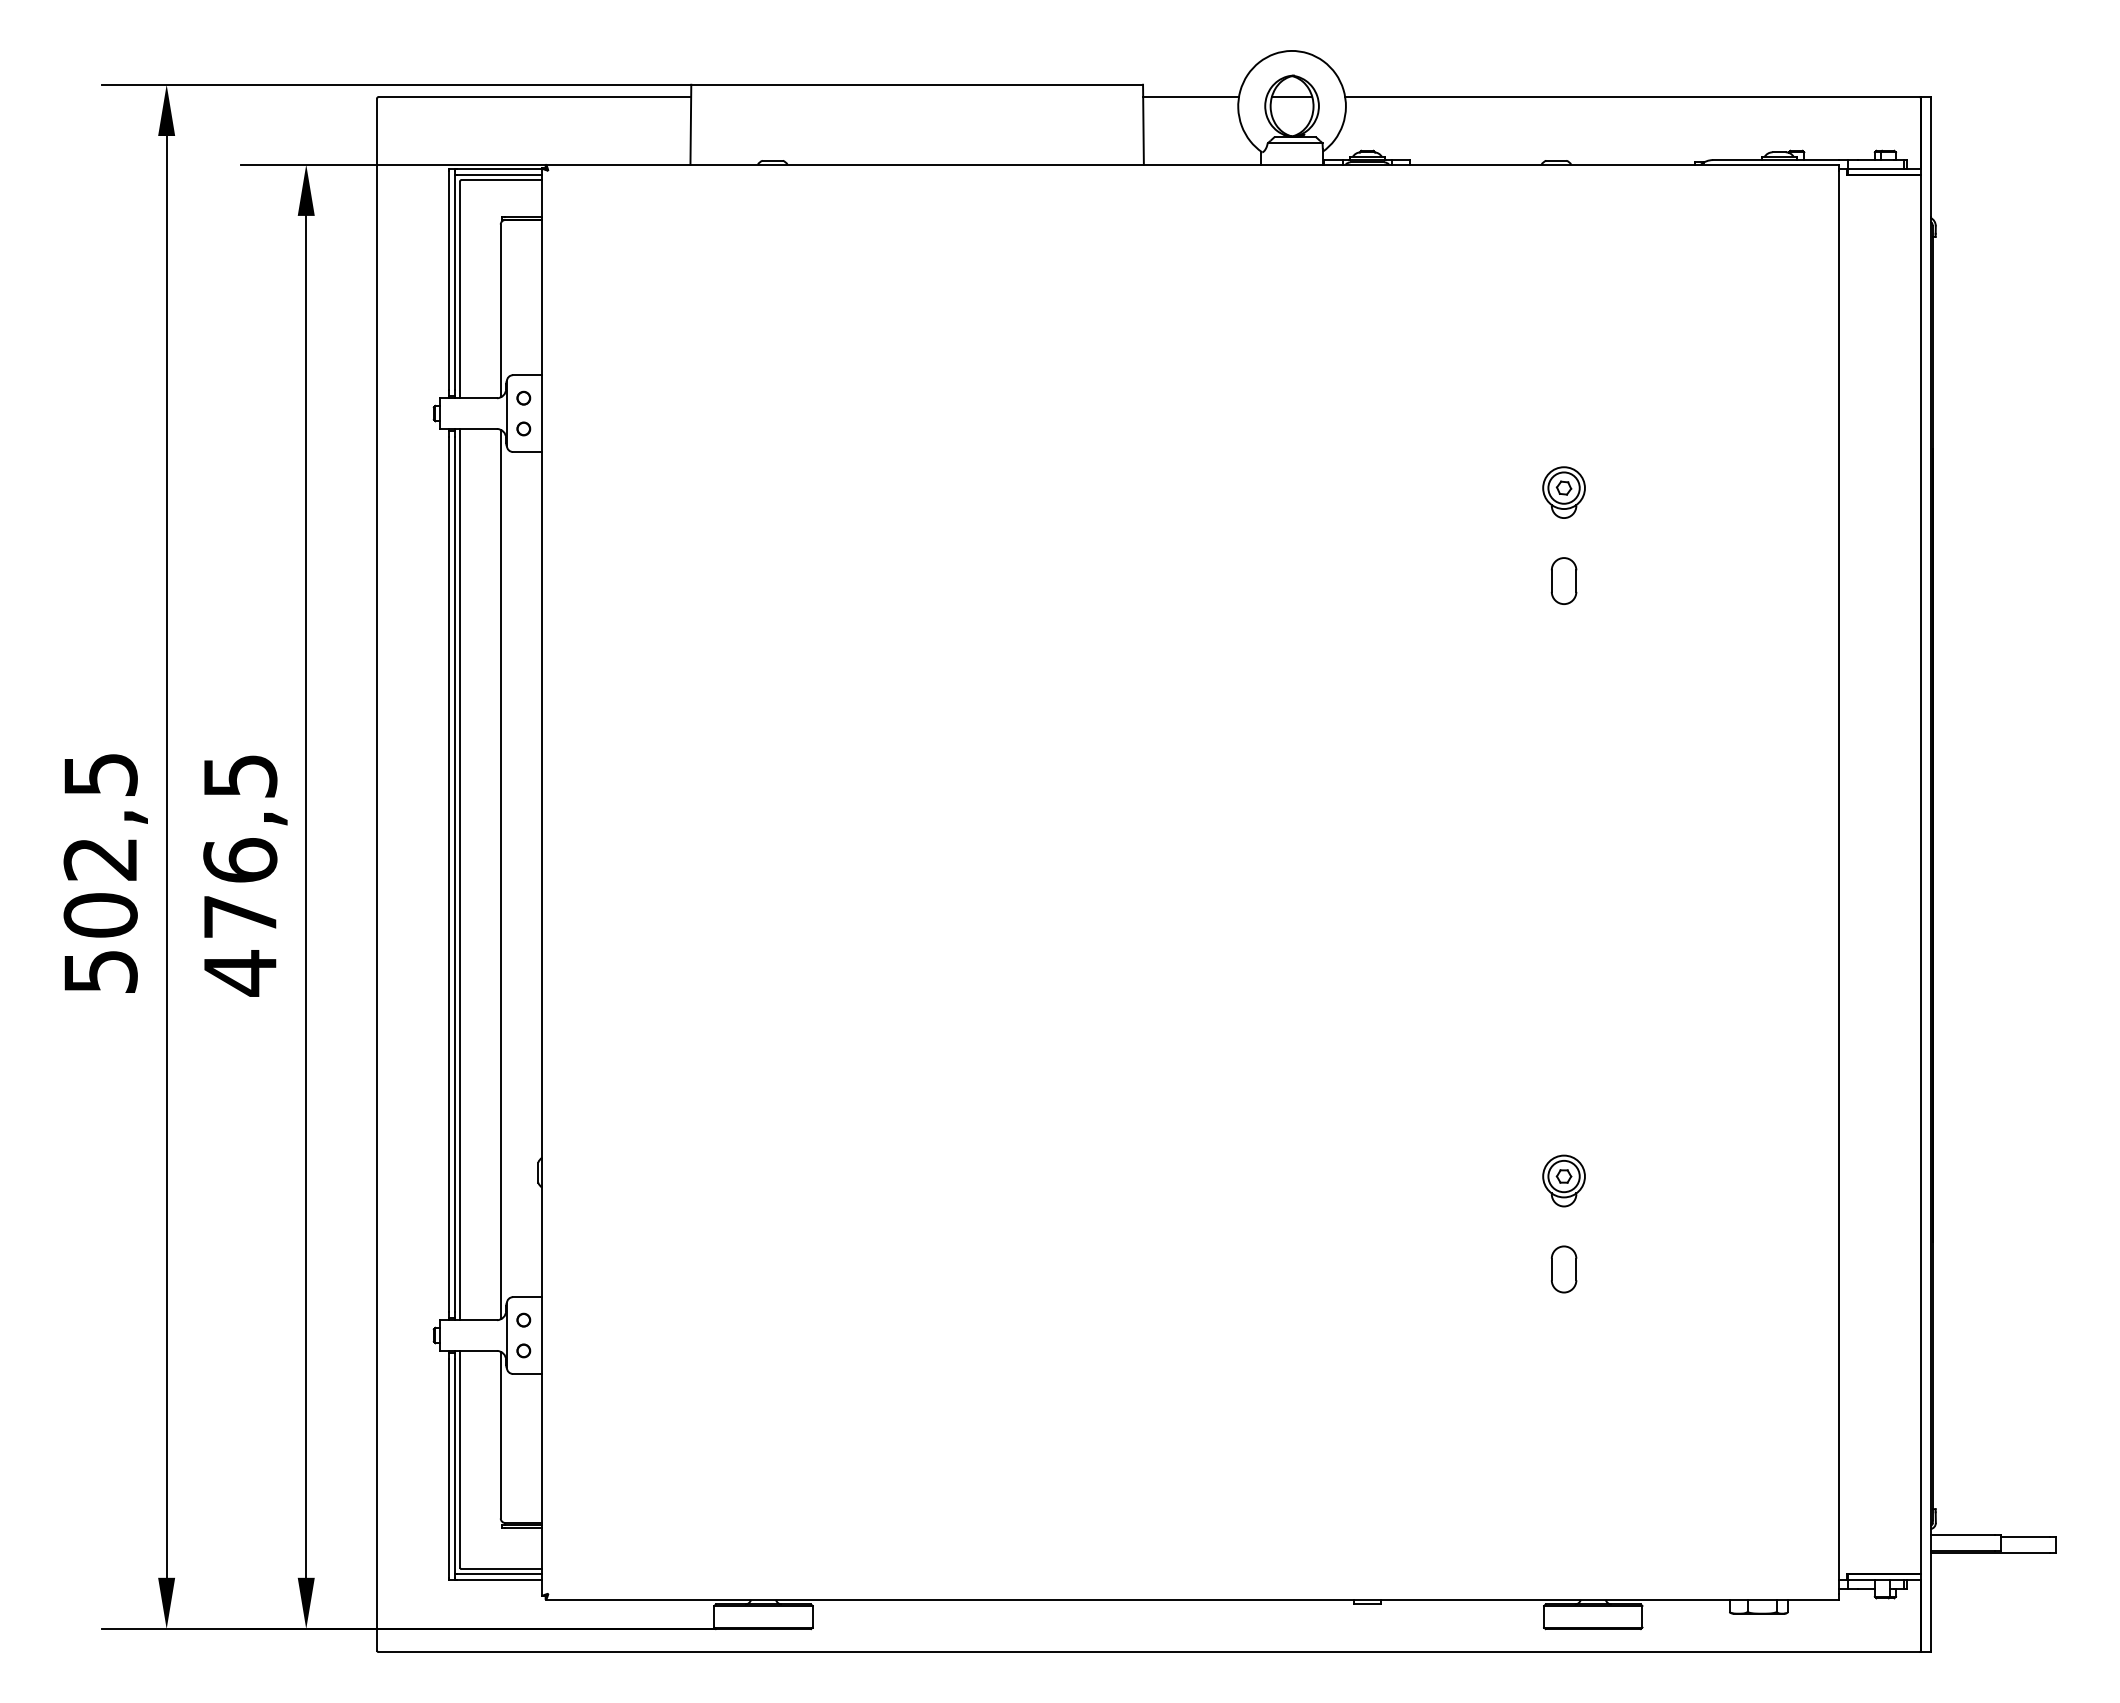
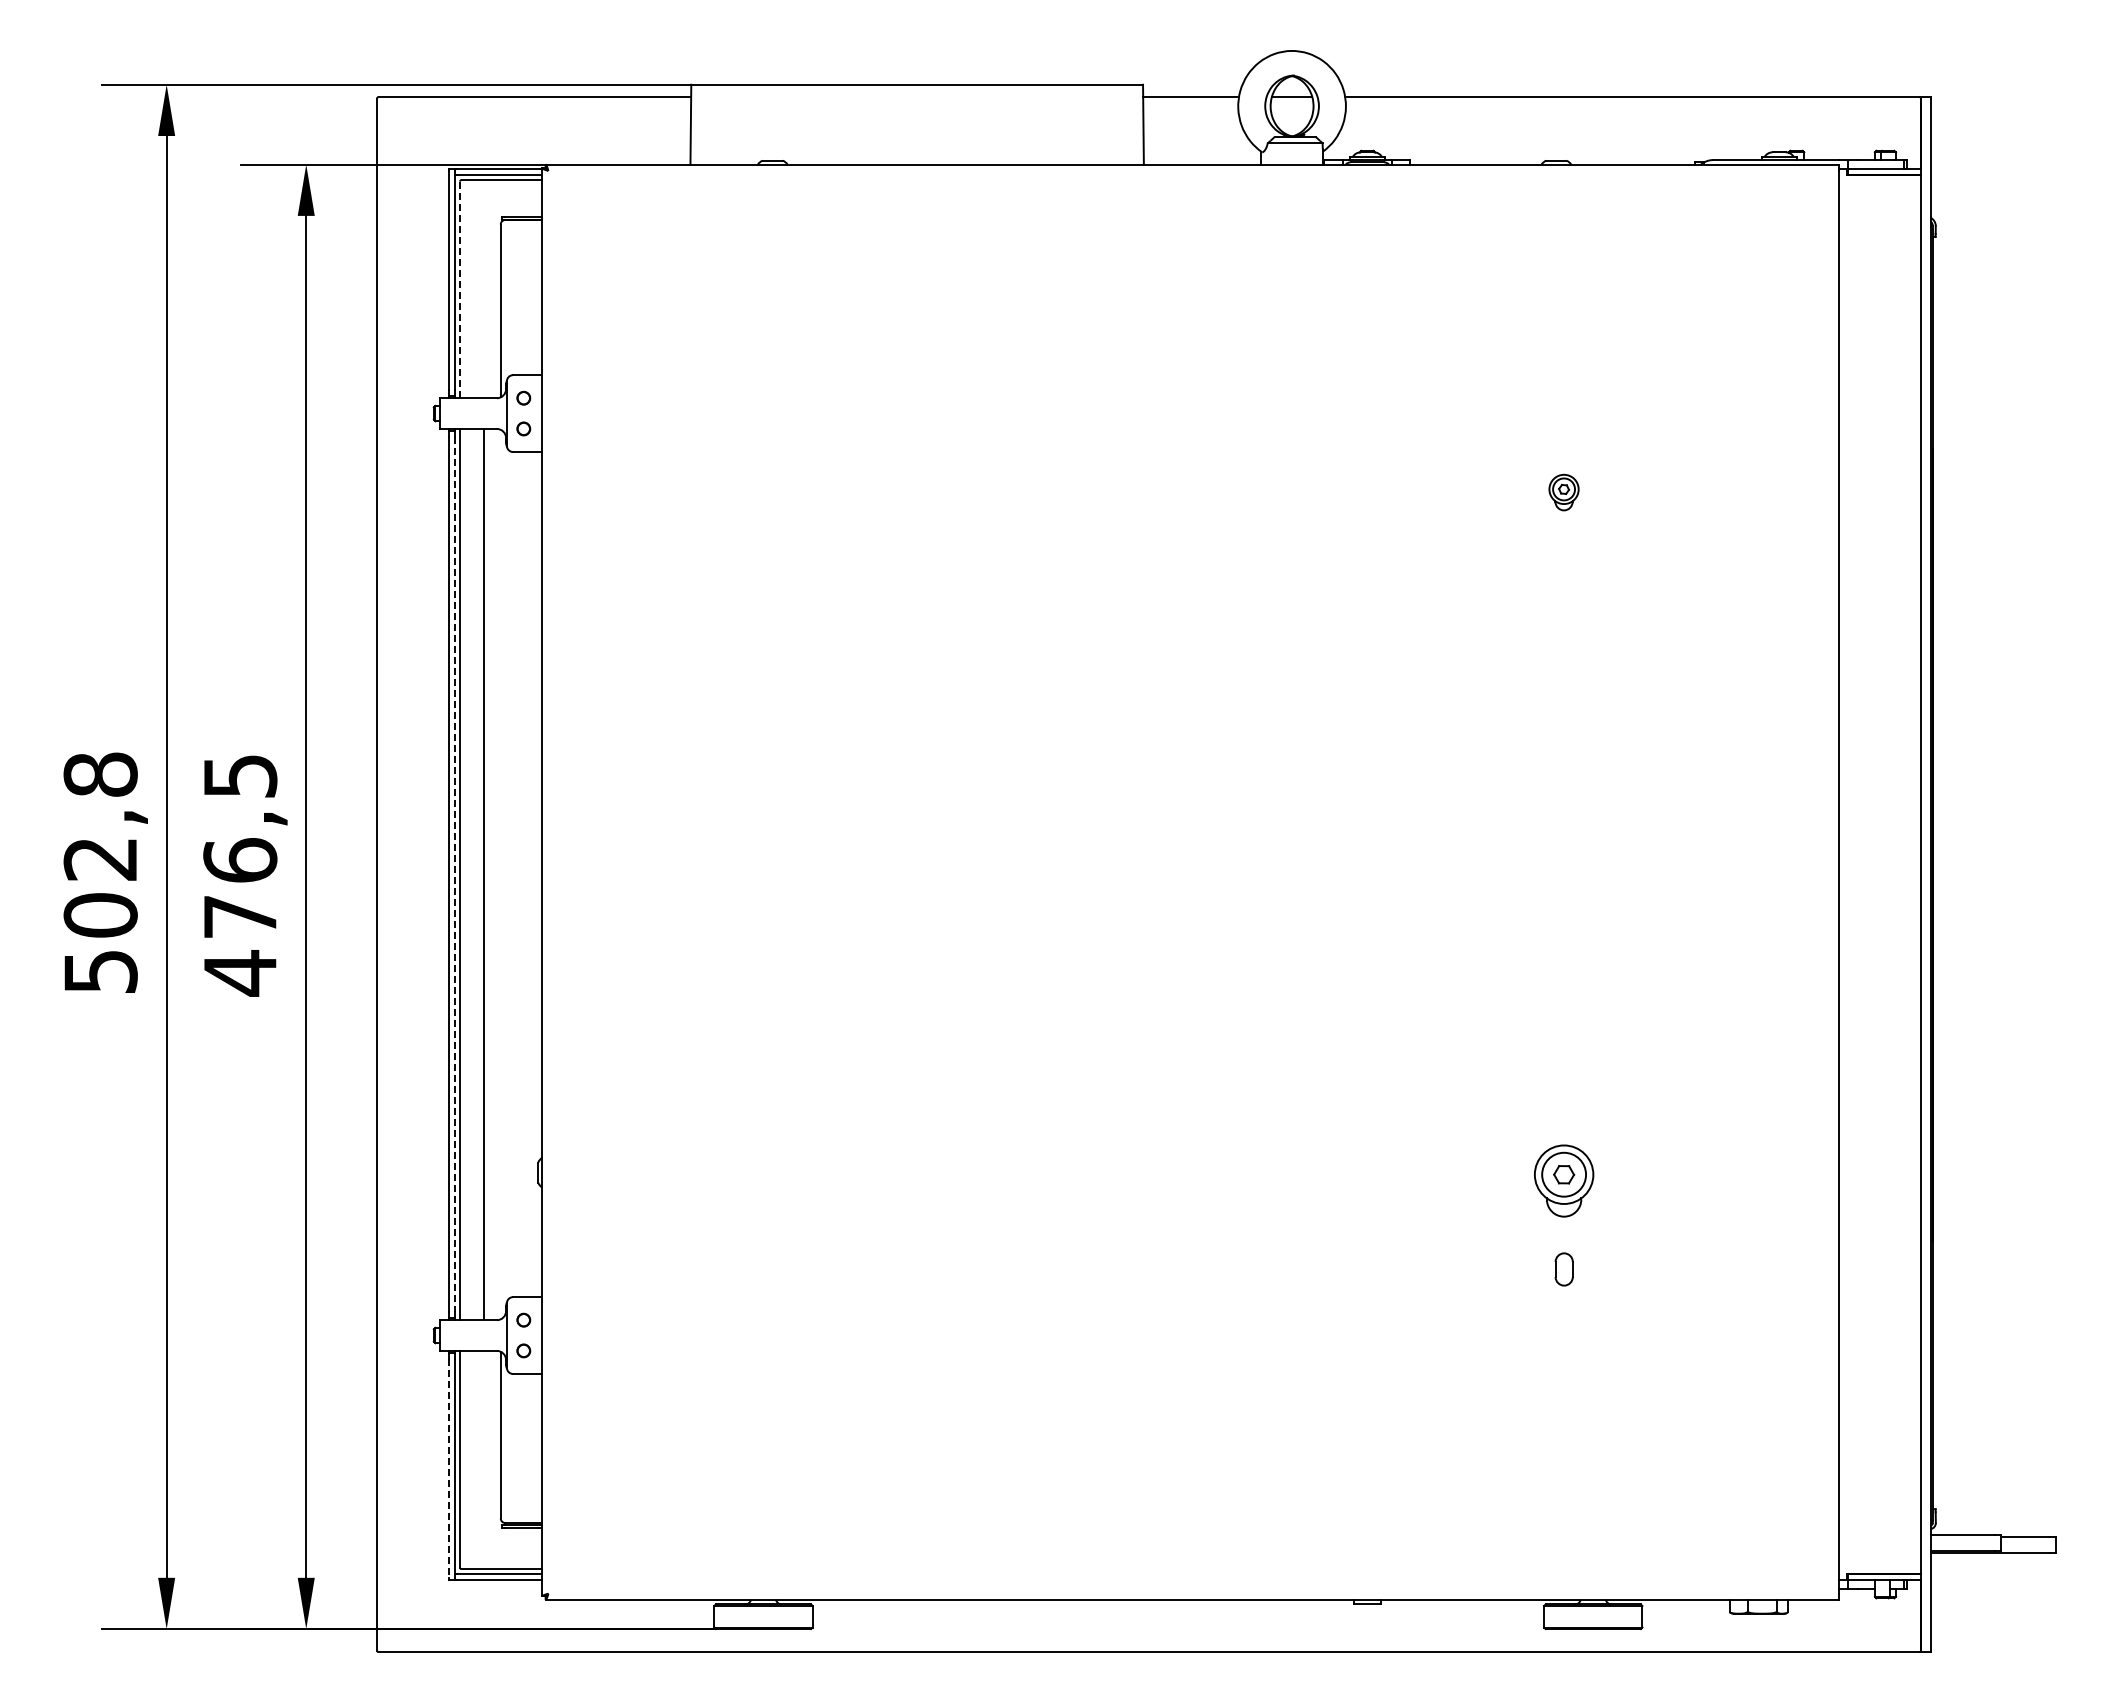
line at (460, 289): solid -> dashed
part at (1563, 492) size: 44x53 px -> 32x39 px
part at (1563, 580): present -> none
text at (100, 774): 502,5 -> 502,8
line at (500, 874) position: (500, 874) -> (483, 874)
line at (455, 875): solid -> dashed
part at (1563, 1180) size: 44x54 px -> 61x74 px
part at (1564, 1269) size: 27x49 px -> 20x35 px
line at (449, 1468): solid -> dashed
